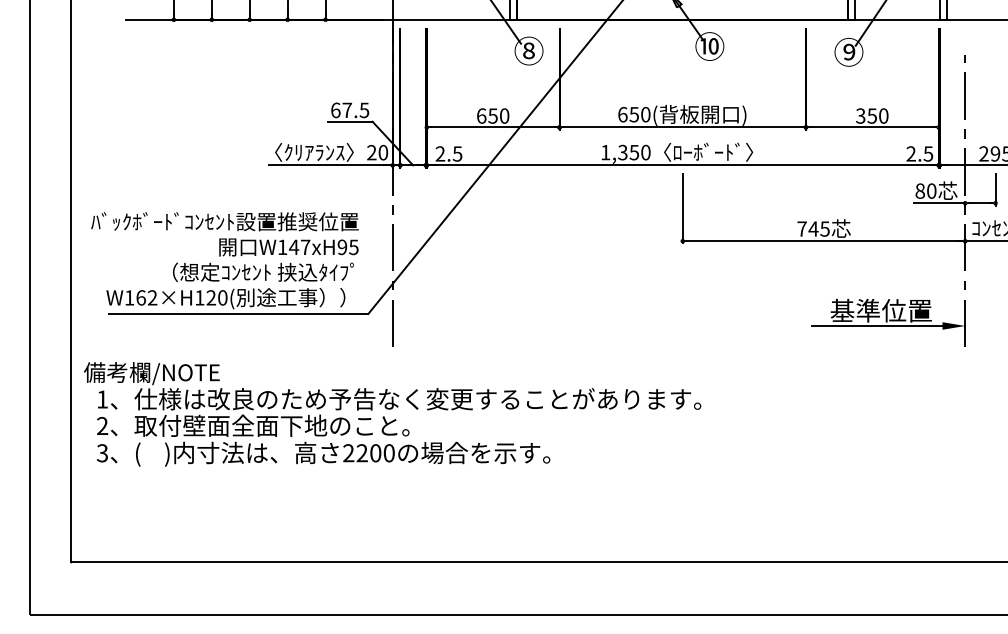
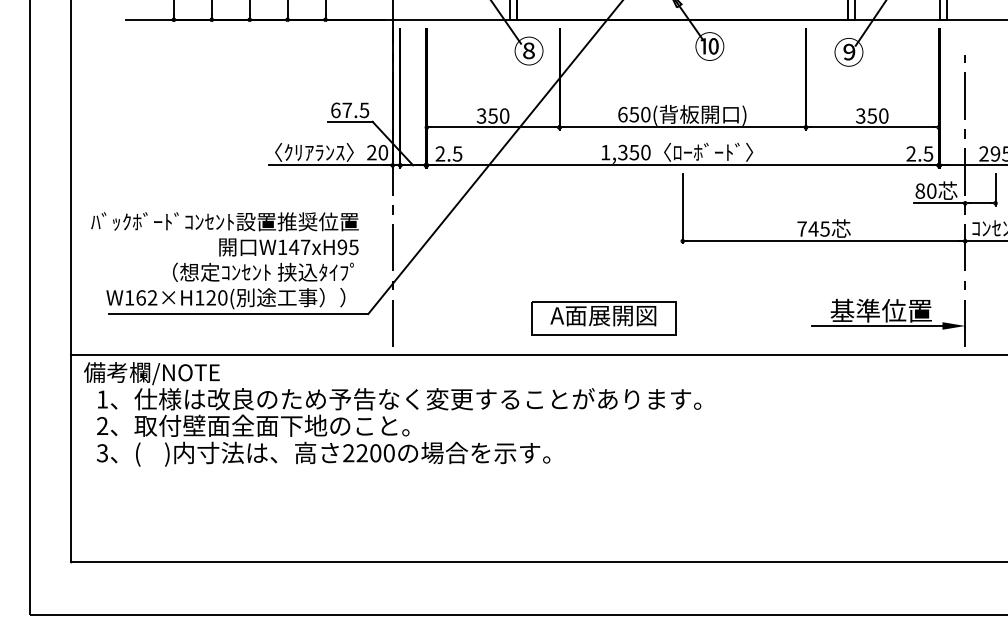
text at (481, 115): 650 -> 350
part at (603, 318): none -> present
line at (537, 355): none -> present
